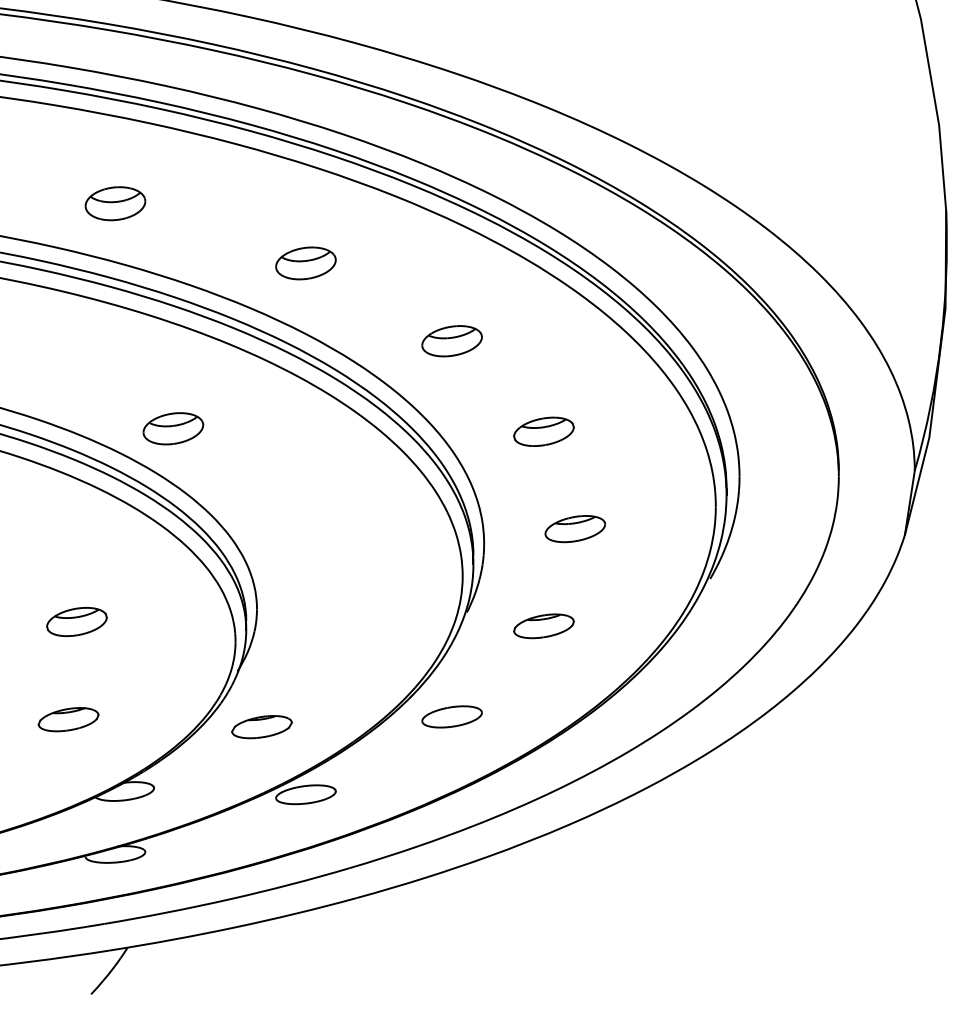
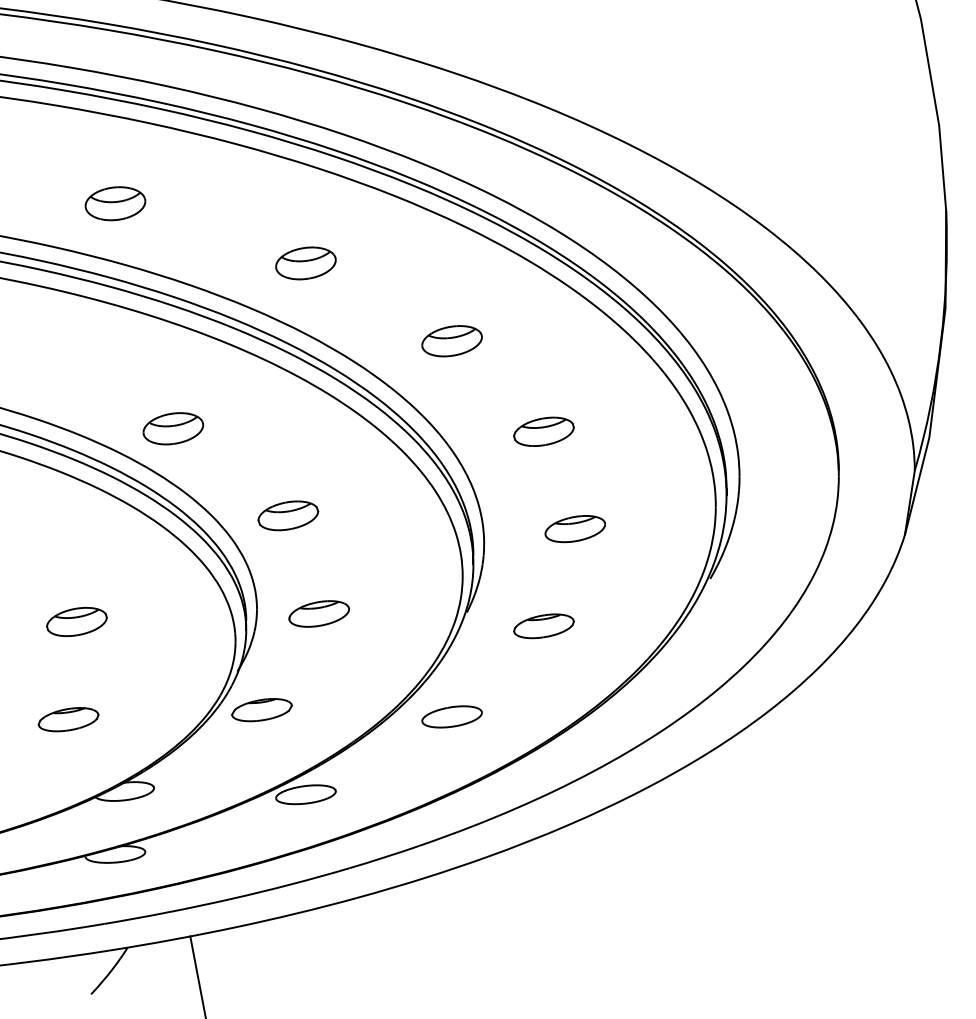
part at (288, 515): none -> present
part at (318, 613): none -> present
part at (261, 727) position: (261, 727) -> (261, 710)
line at (197, 975): none -> present
